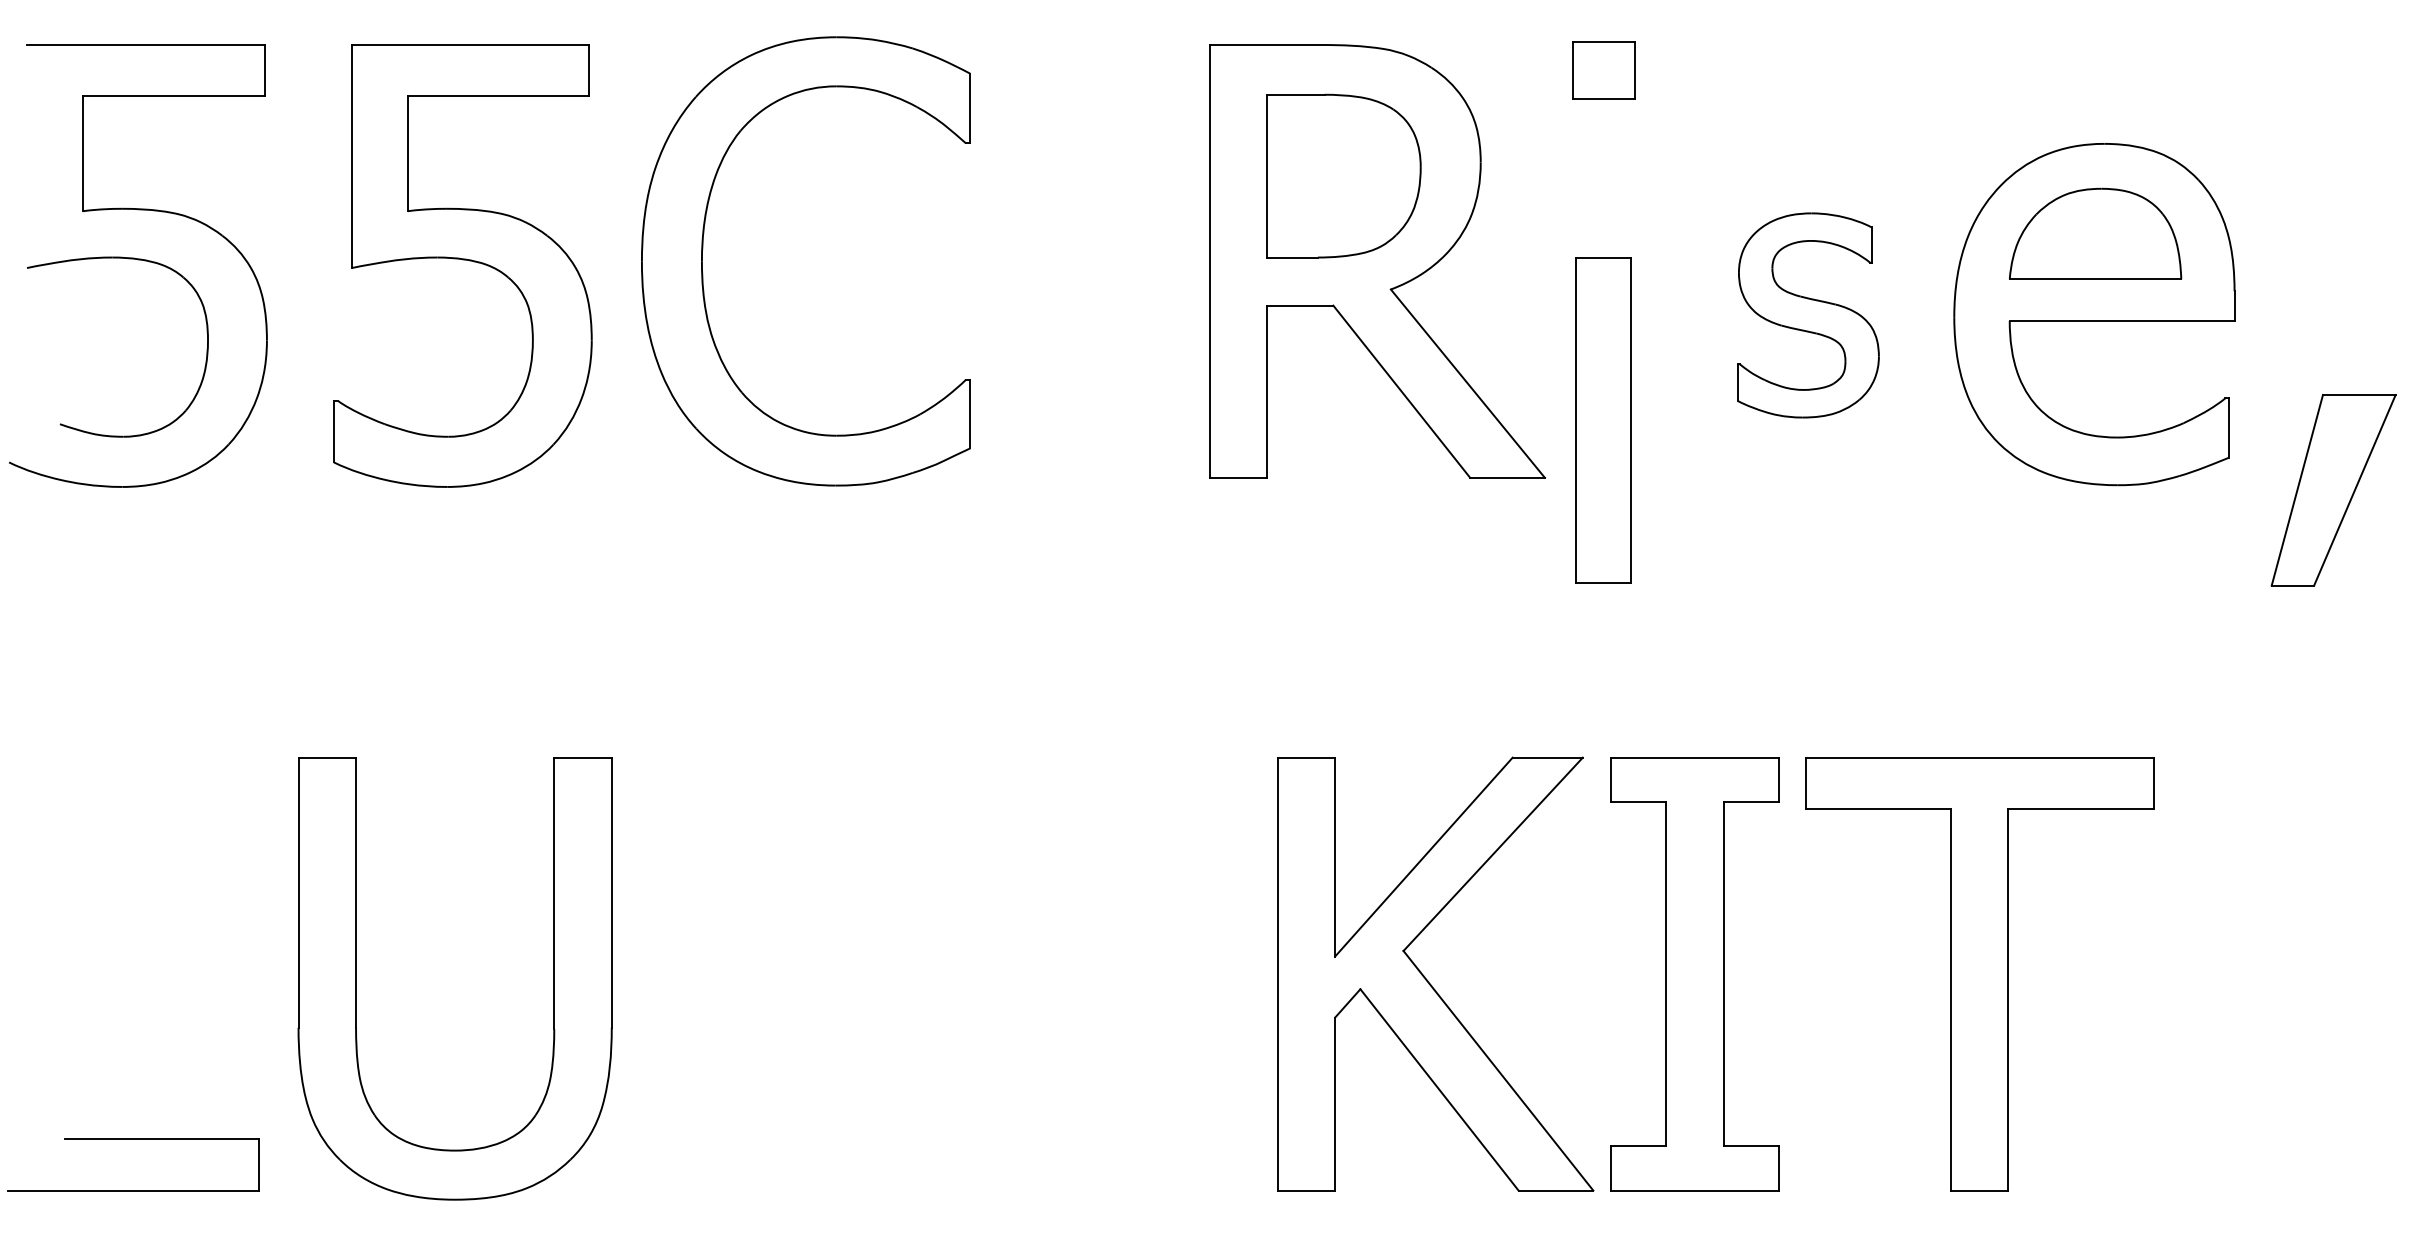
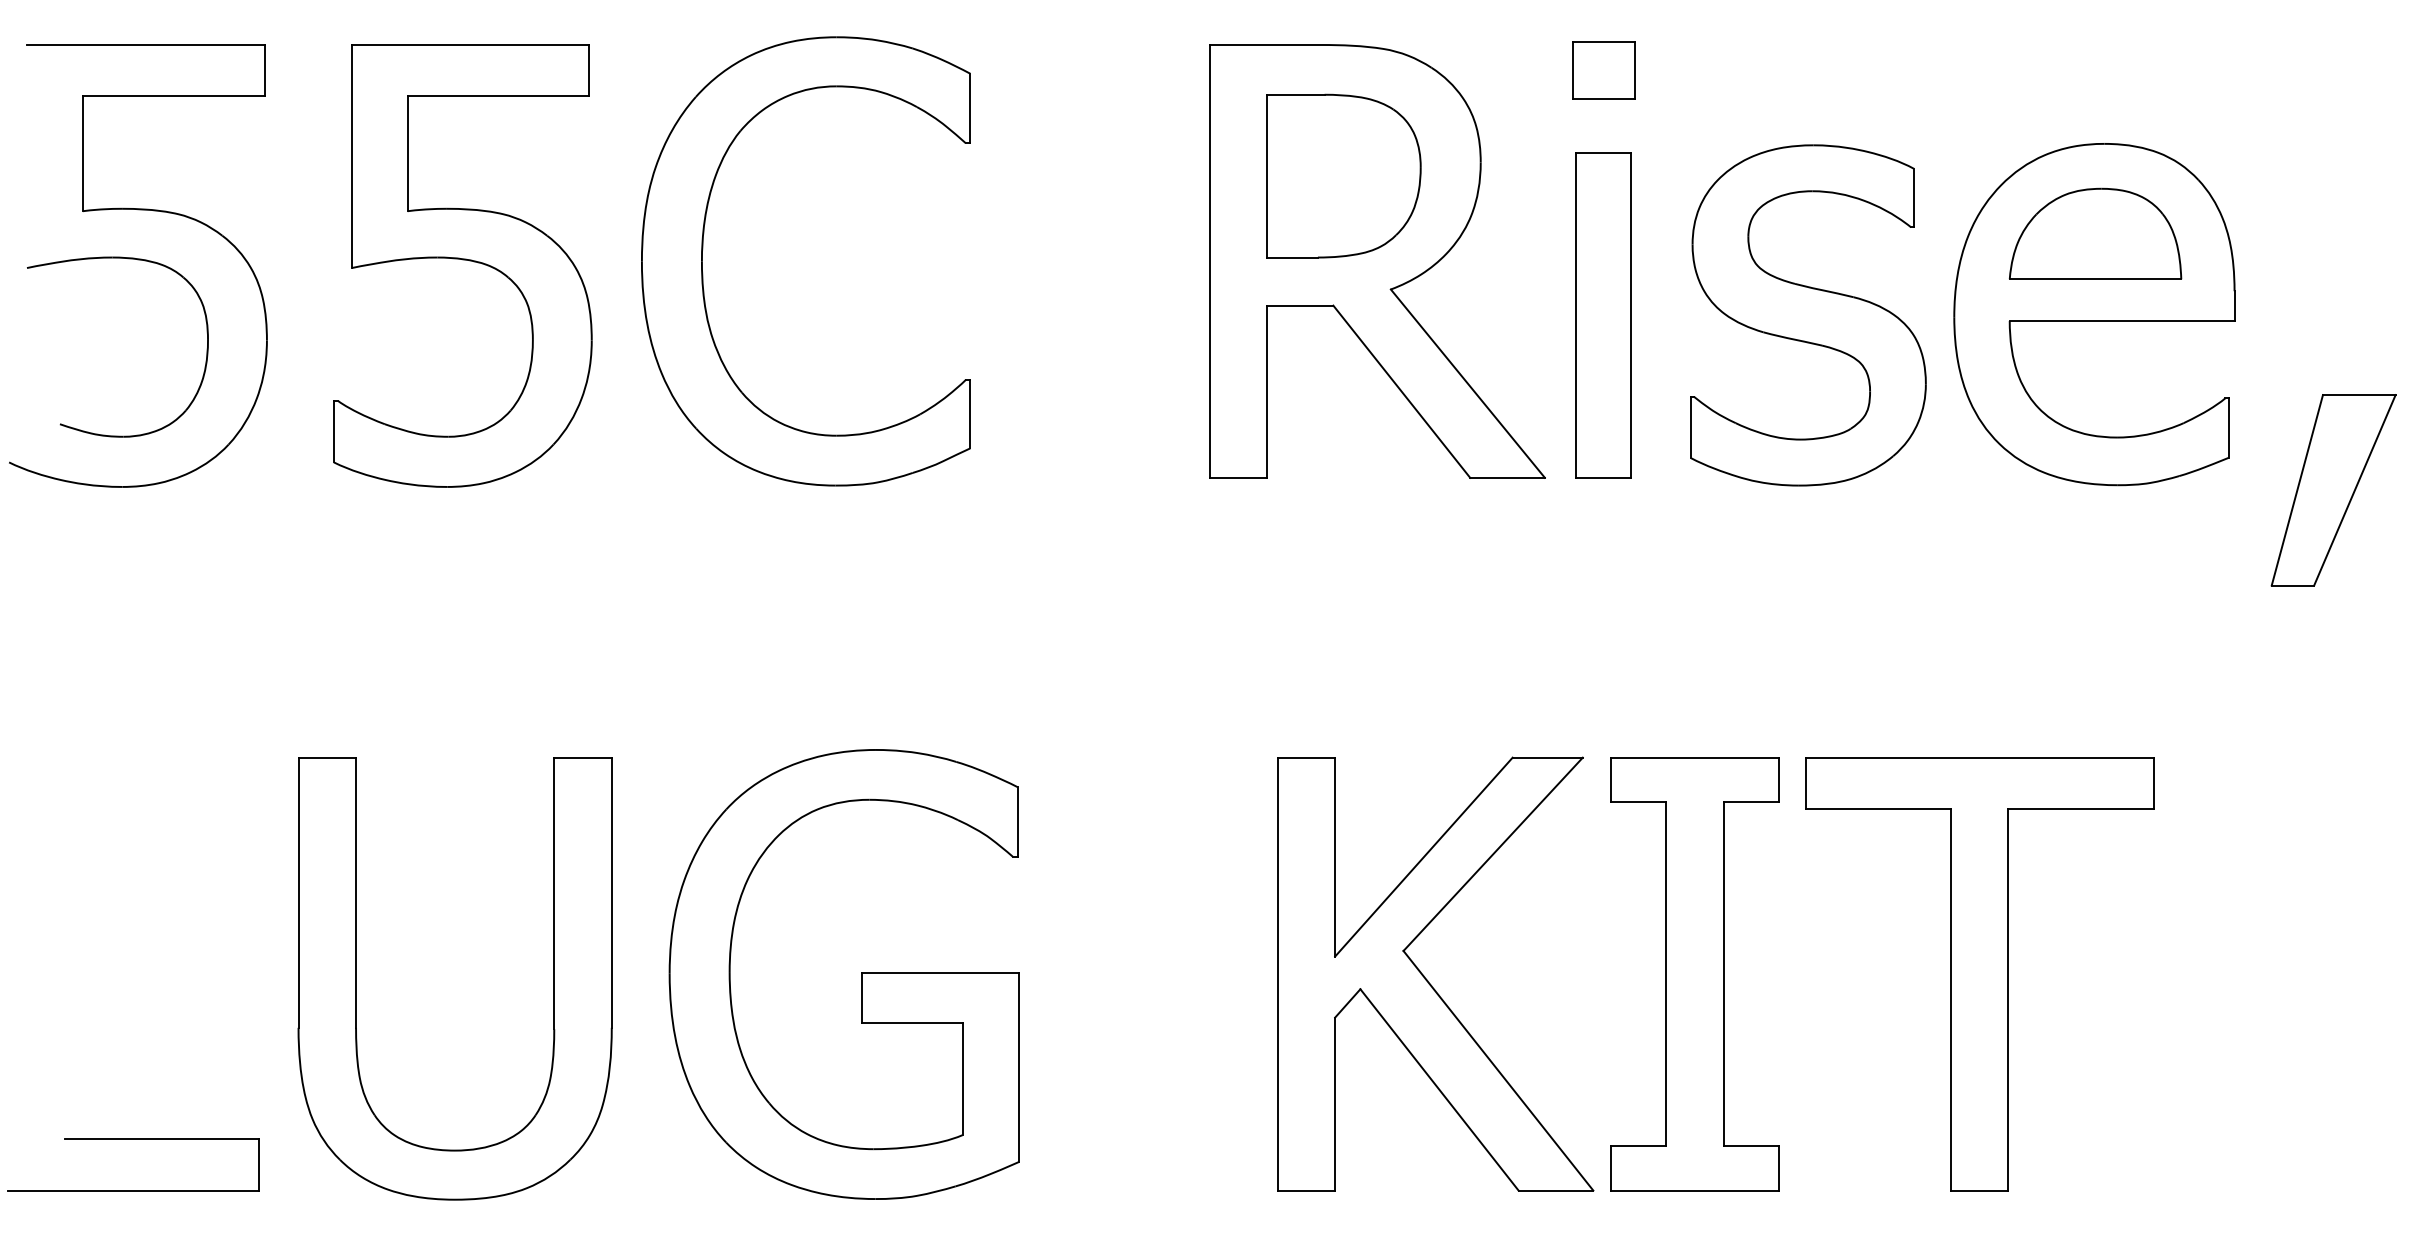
part at (1808, 315) size: 143x207 px -> 237x343 px
part at (1603, 420) position: (1603, 420) -> (1603, 315)
part at (861, 974): none -> present
